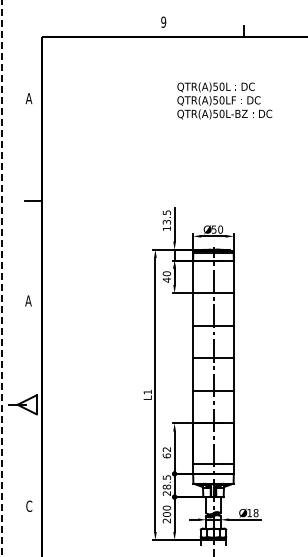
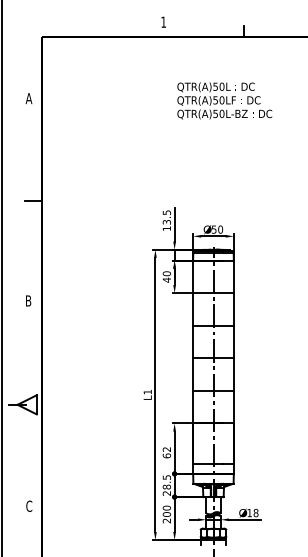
text at (163, 21): 9 -> 1
line at (2, 278): dashed -> solid
text at (28, 300): A -> B
